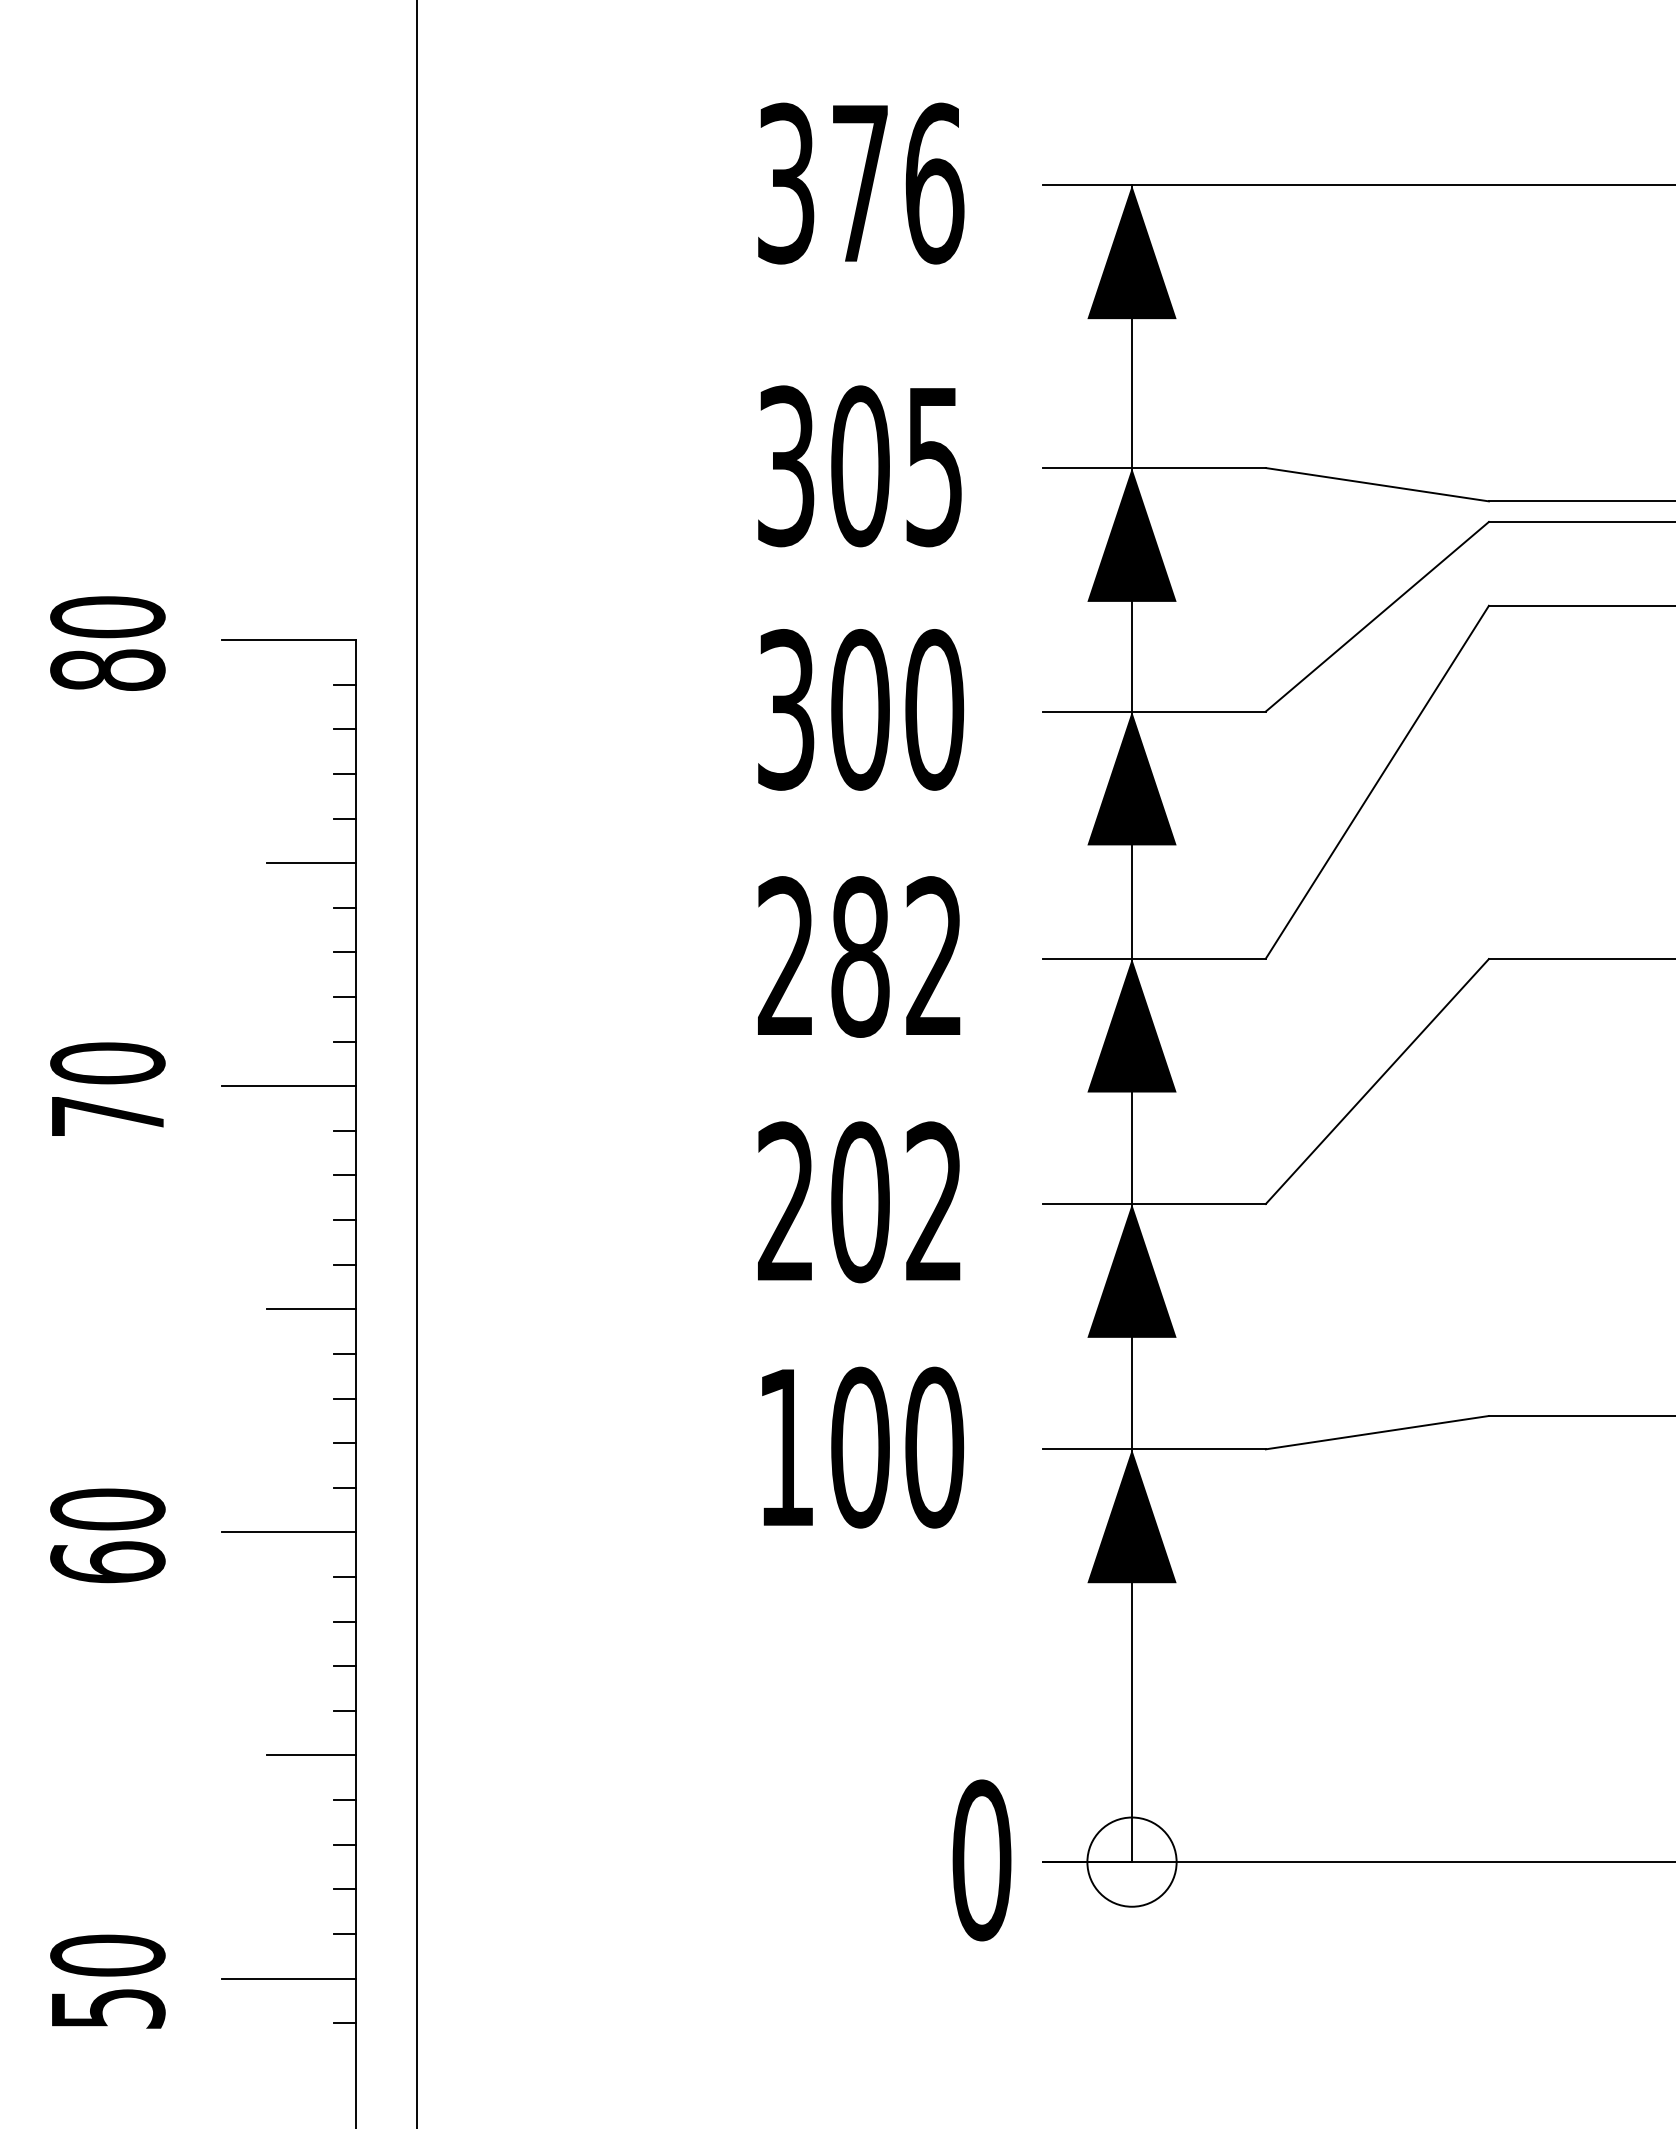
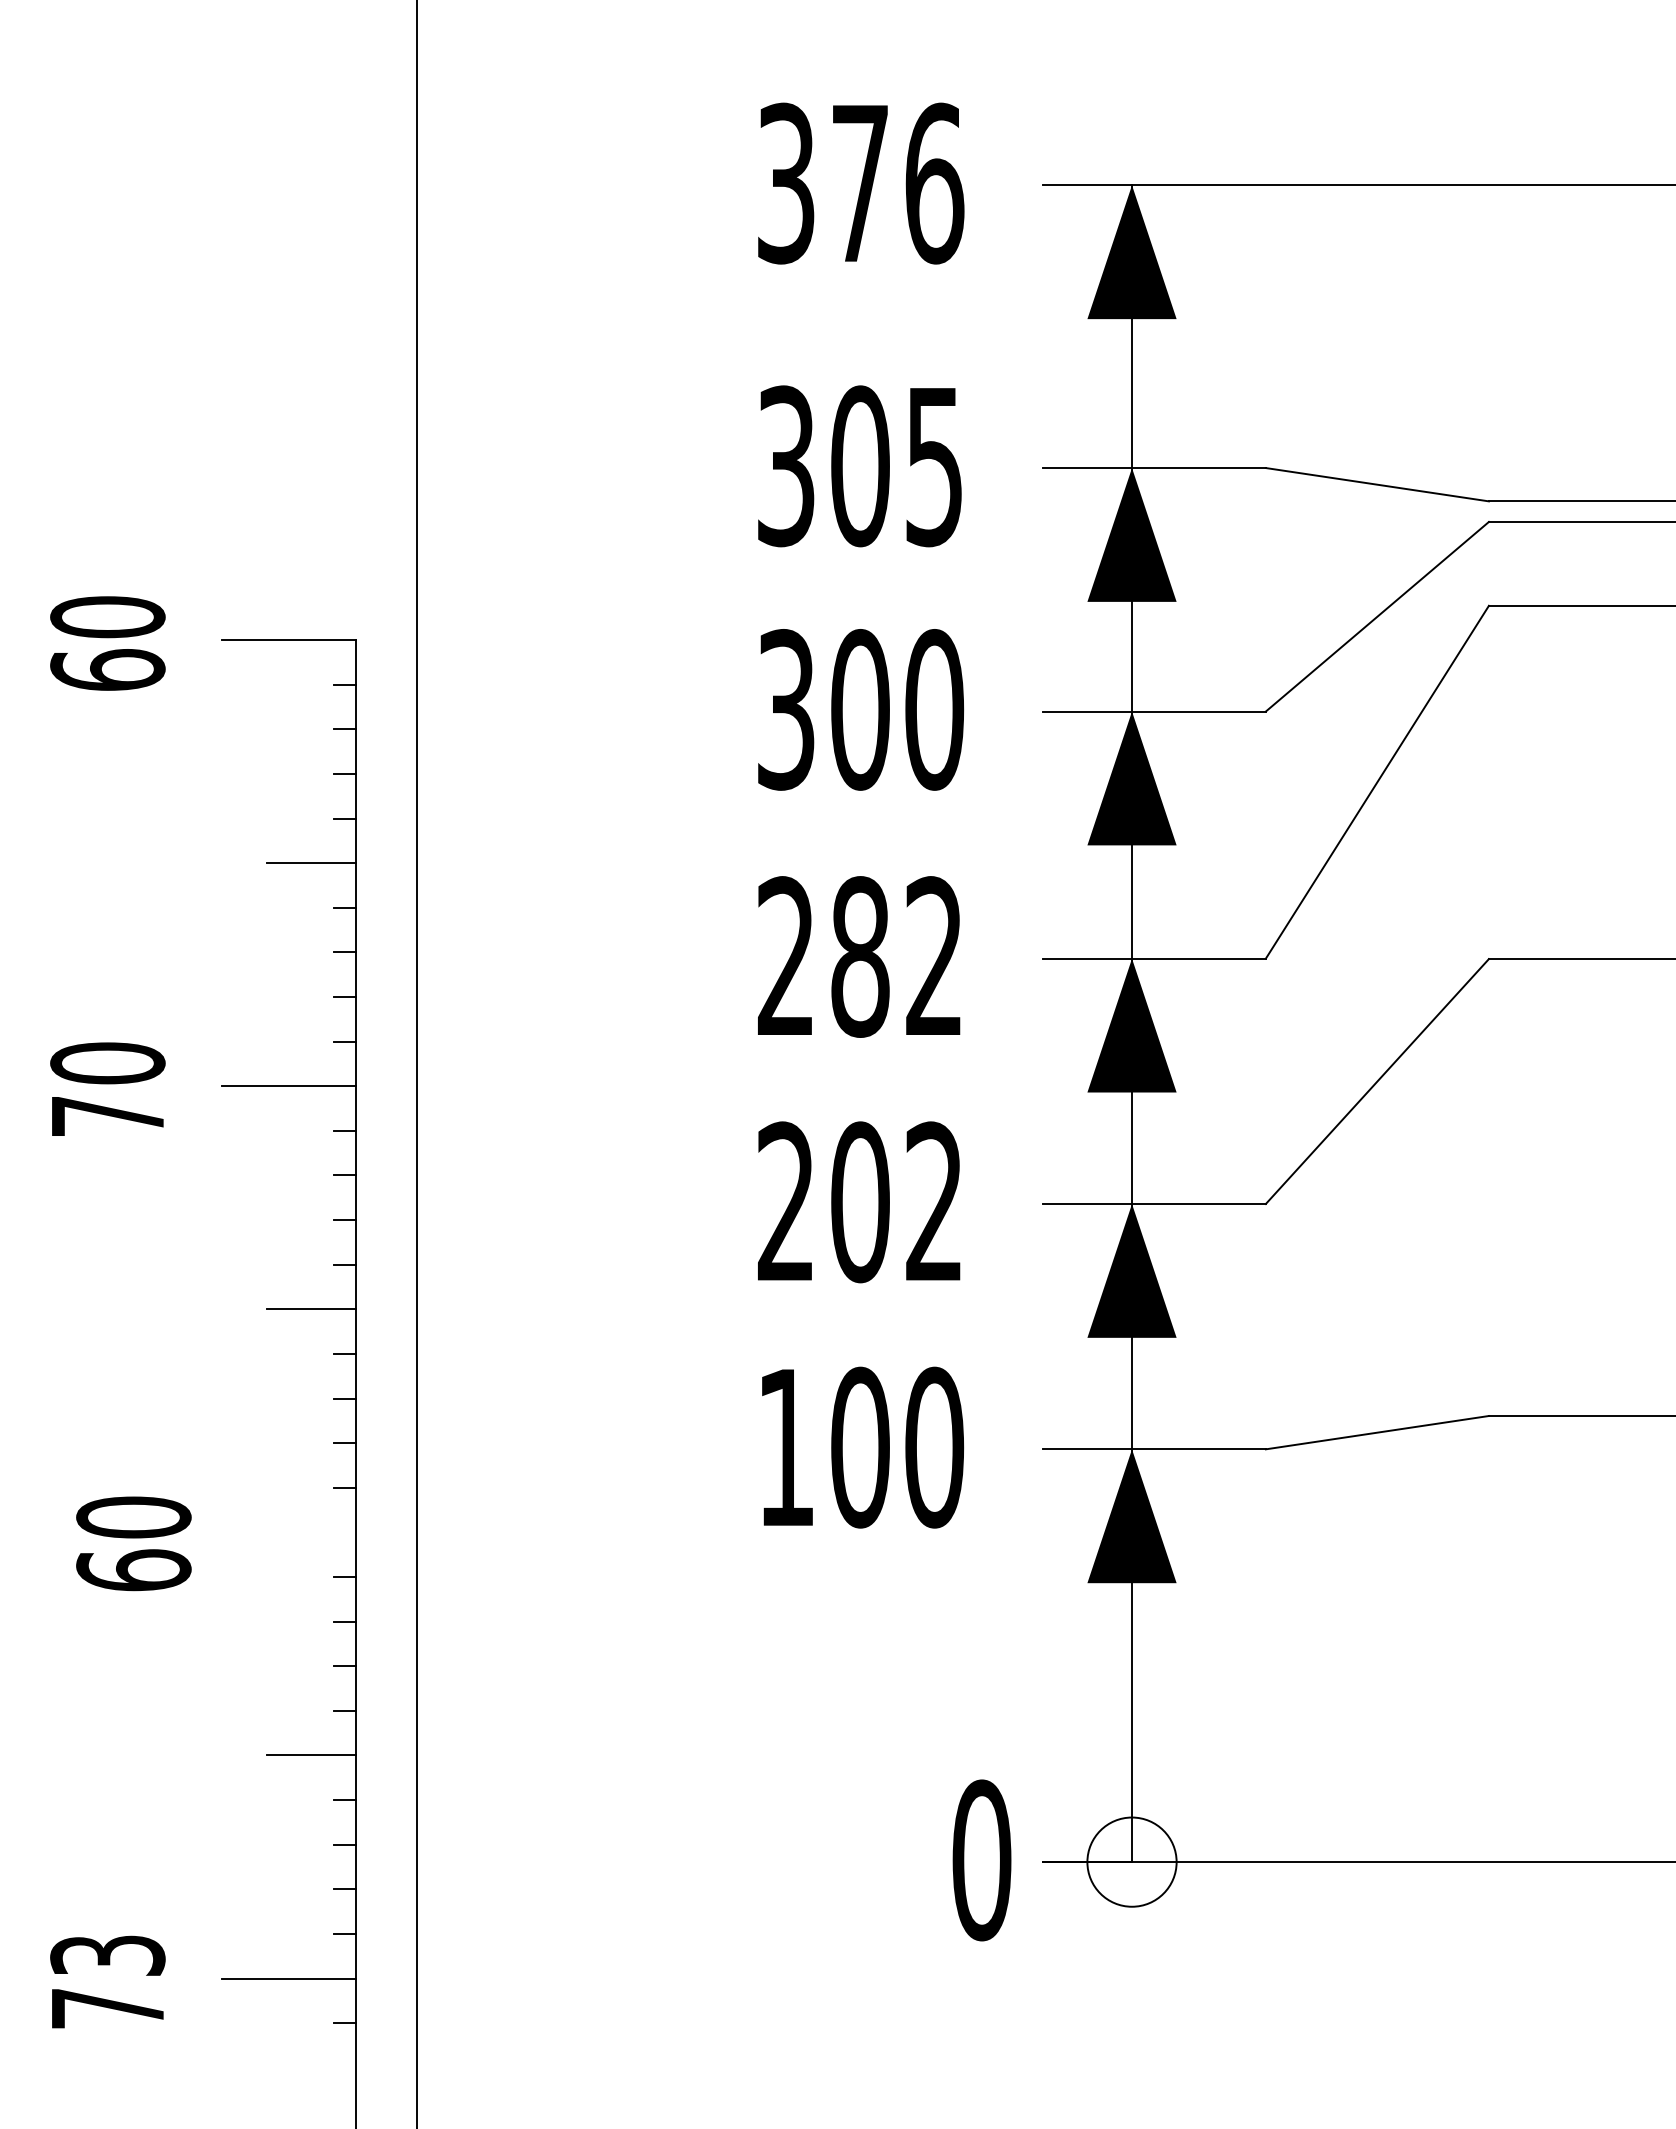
text at (107, 669): 80 -> 60
line at (289, 1532): present -> none
text at (107, 1535) position: (107, 1535) -> (133, 1543)
text at (107, 1981): 50 -> 73
